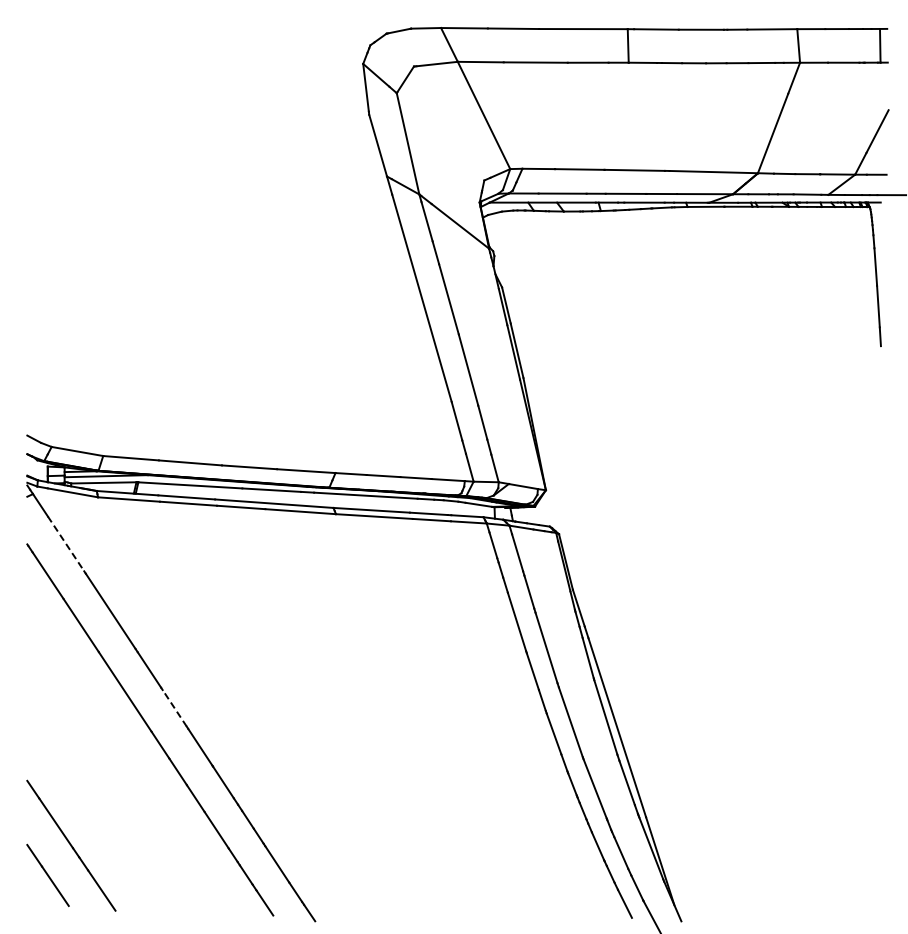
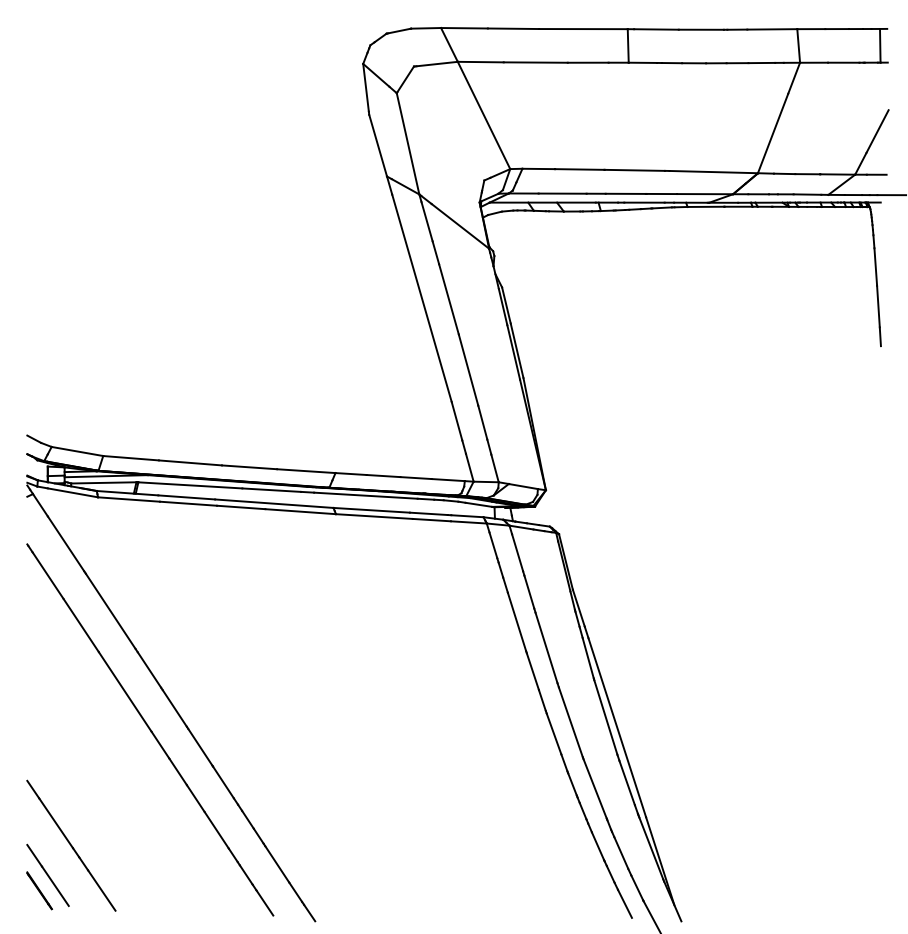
line at (66, 543): dashed -> solid
line at (174, 708): dashed -> solid
line at (39, 890): none -> present
